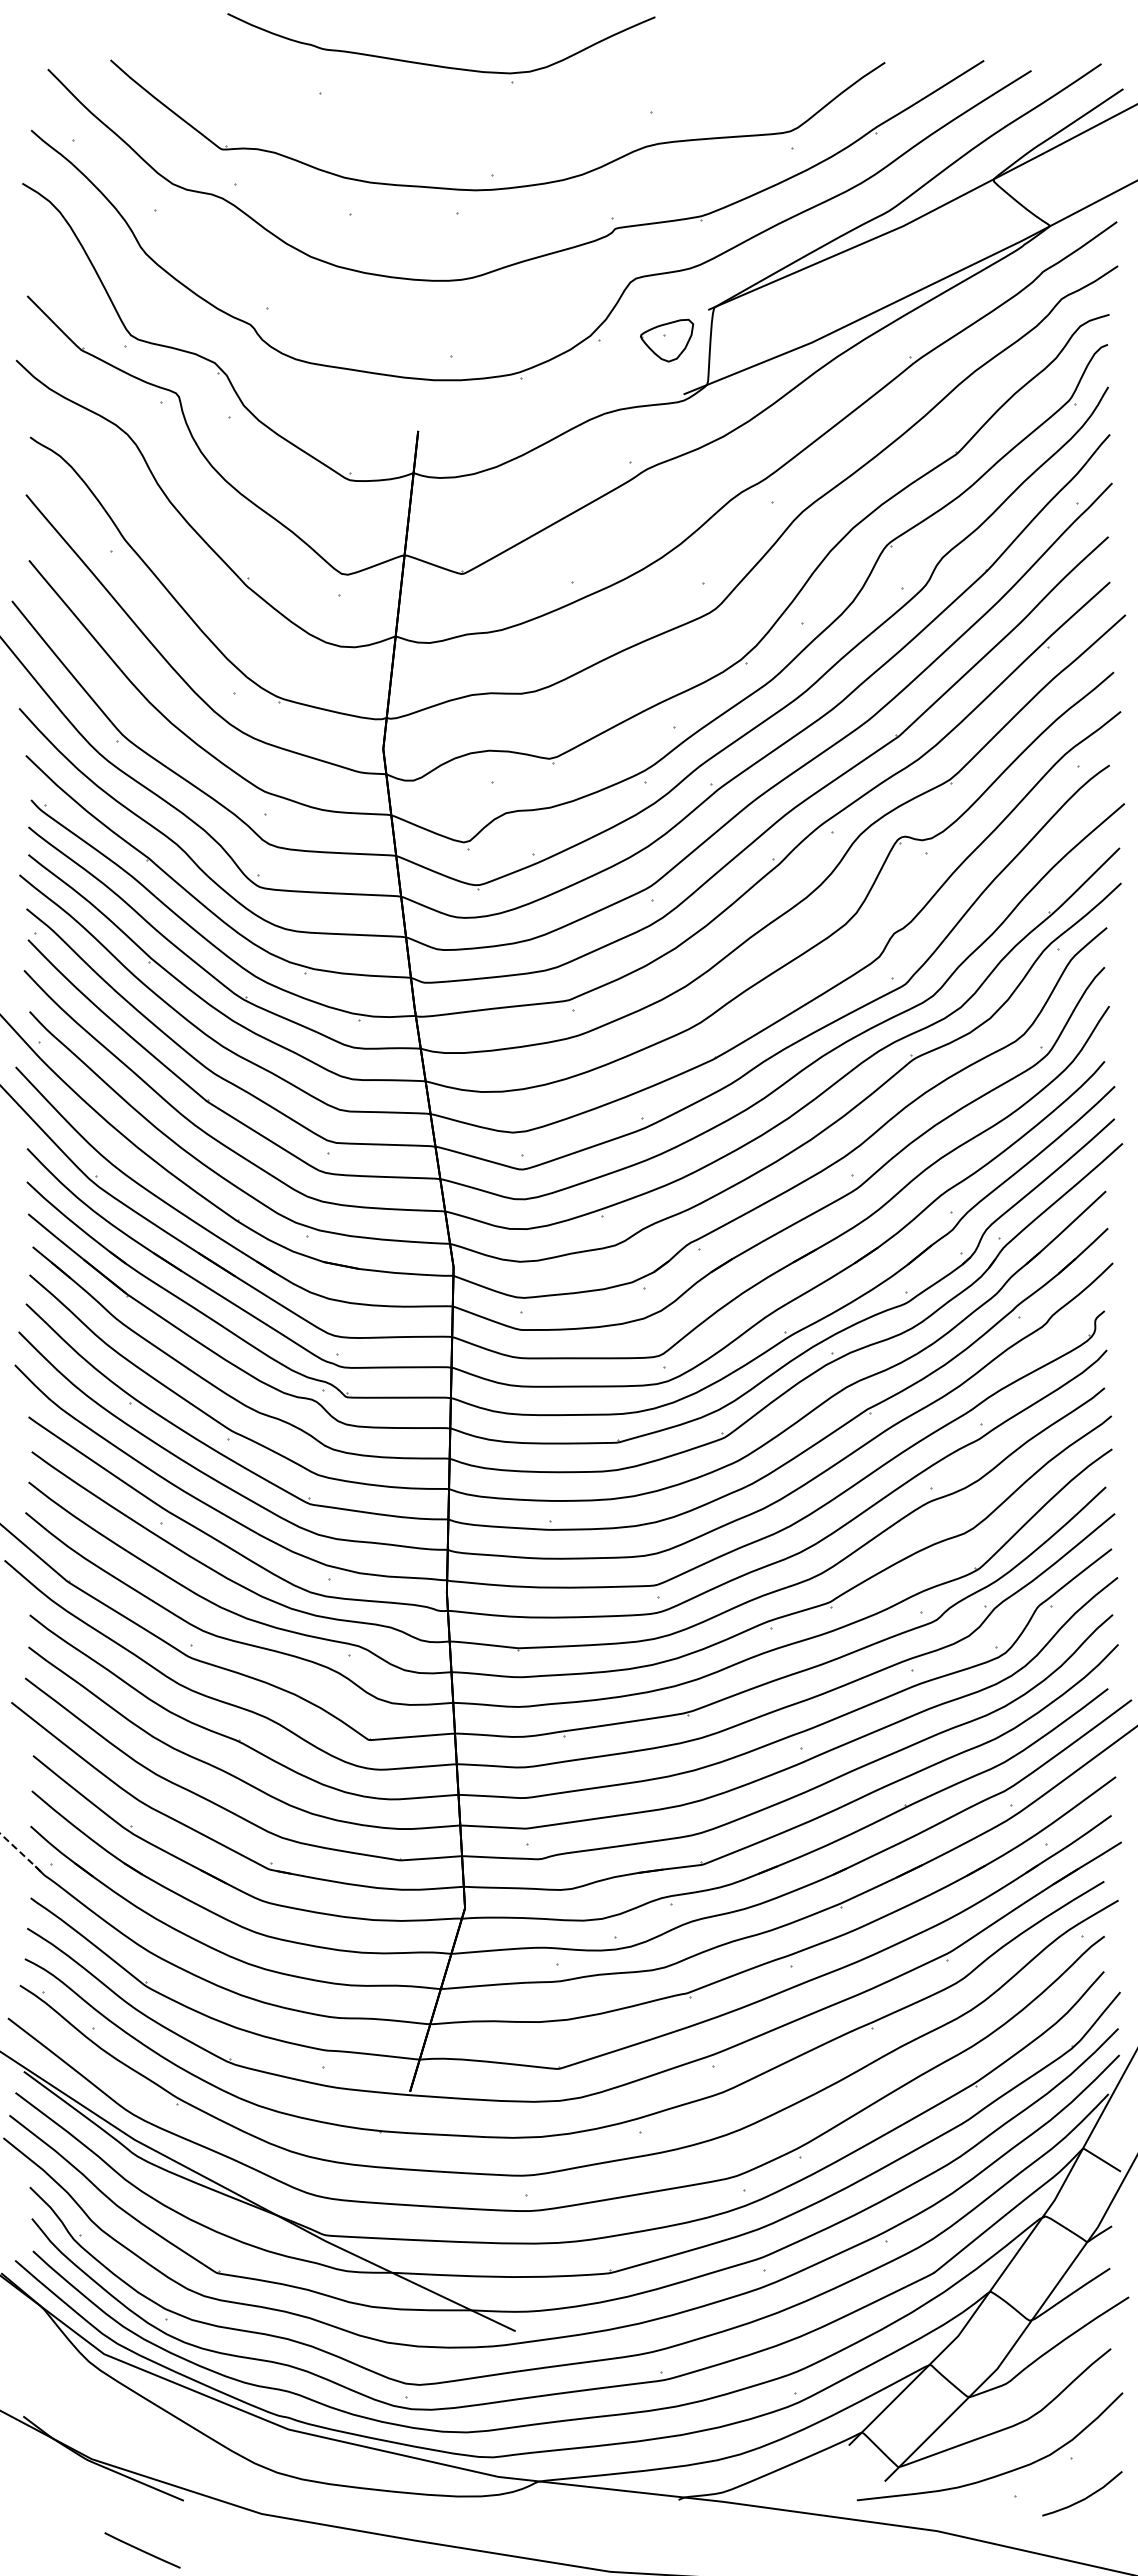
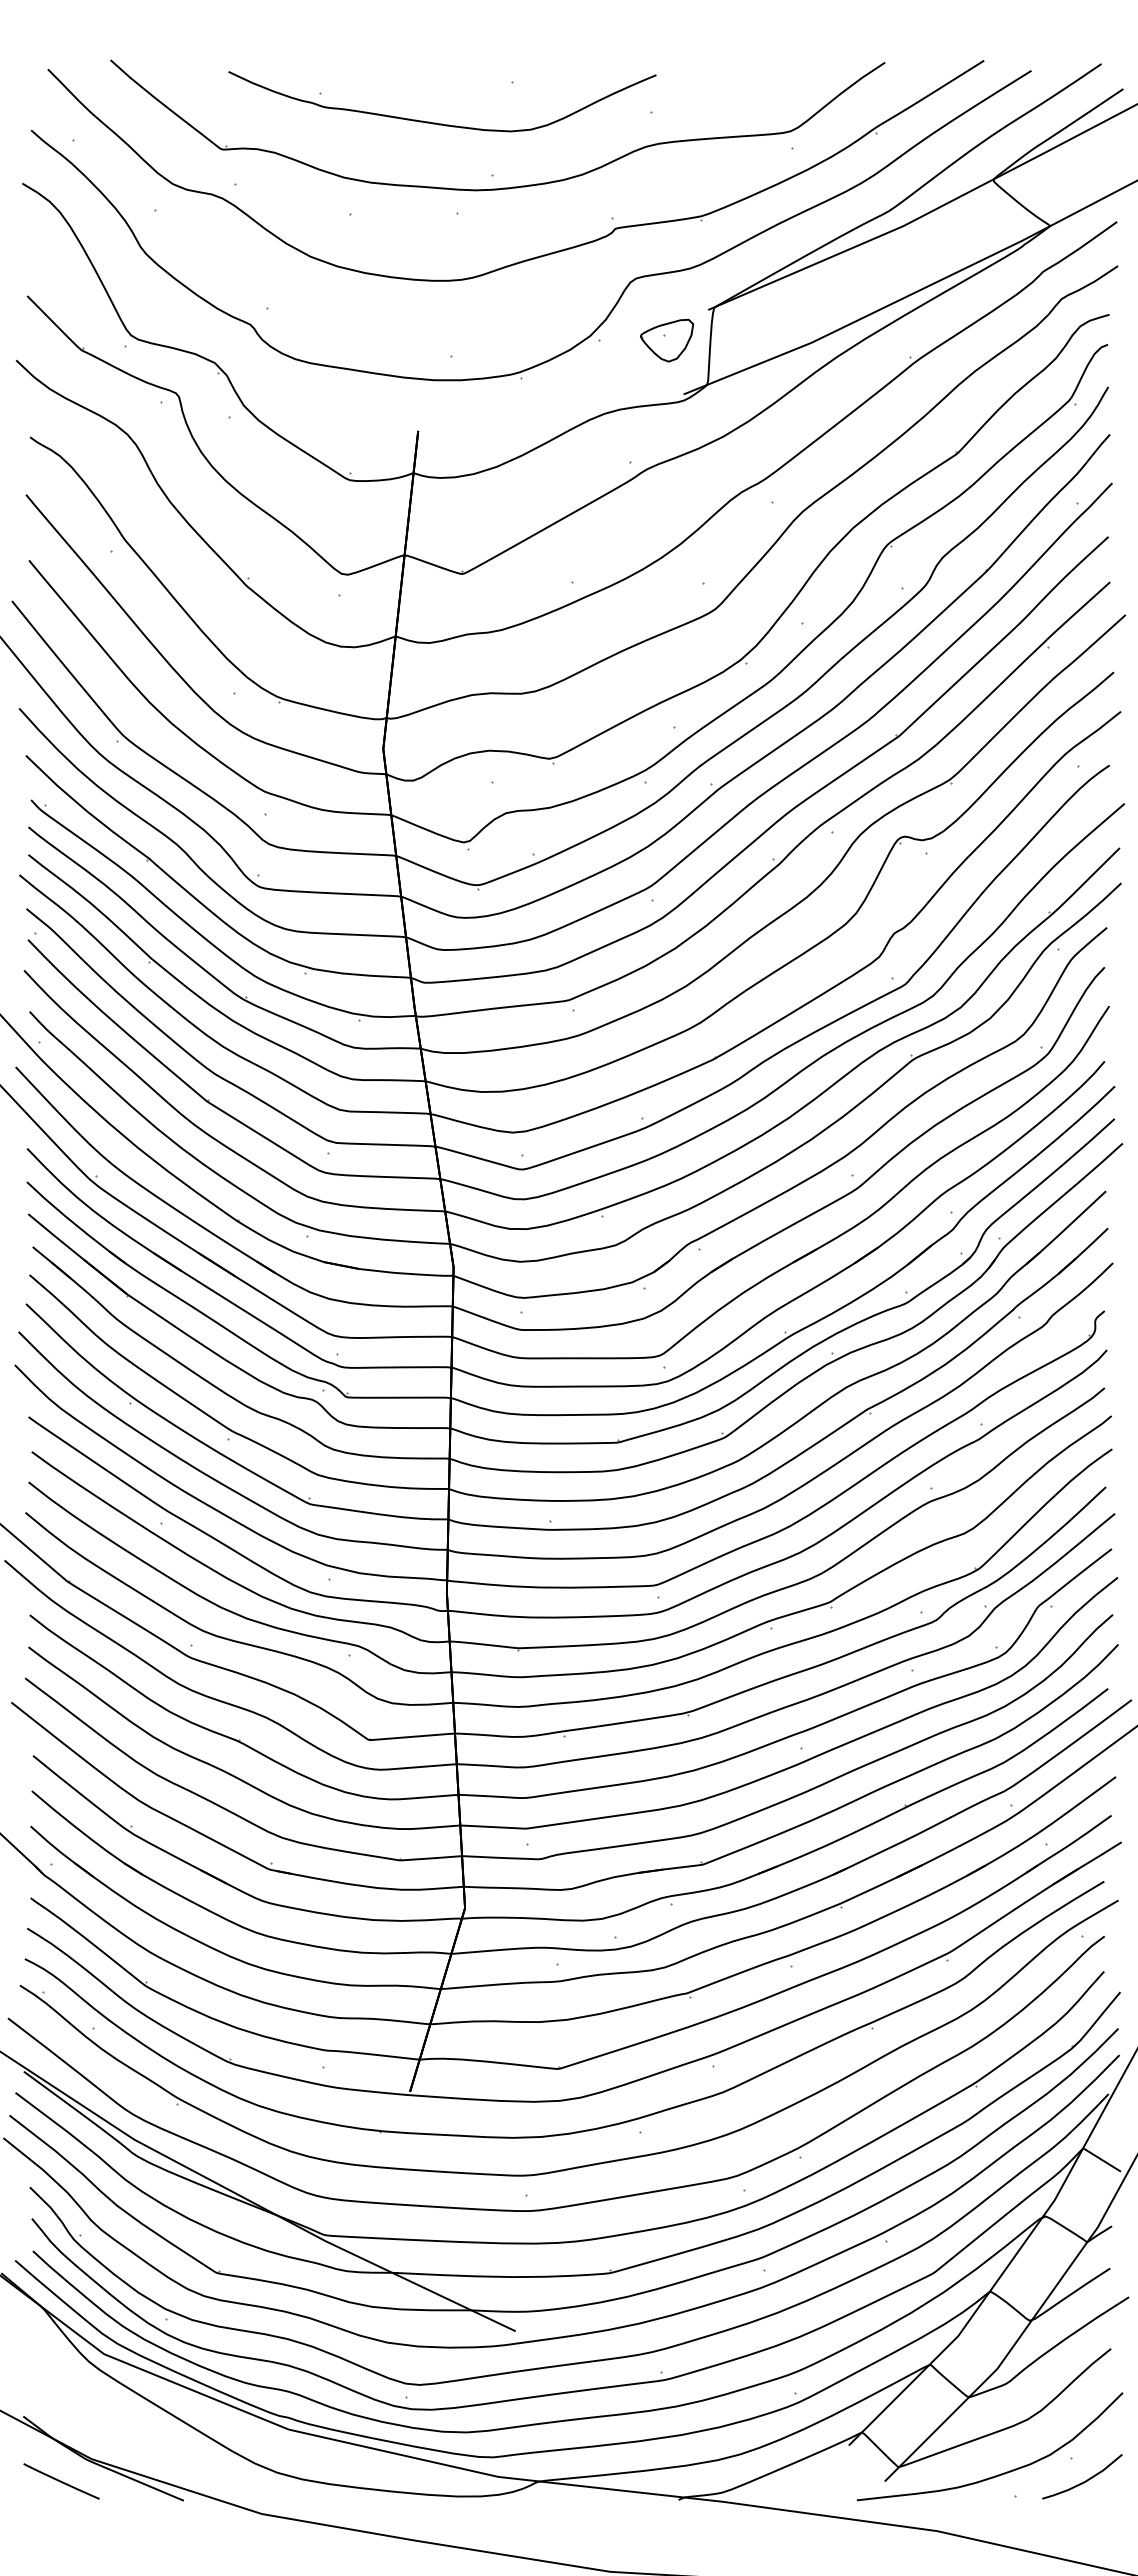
curve at (435, 64) position: (435, 64) -> (436, 122)
line at (22, 1854): dashed -> solid
curve at (1086, 2496) position: (1086, 2496) -> (1086, 2479)
line at (142, 2550) position: (142, 2550) -> (61, 2481)
